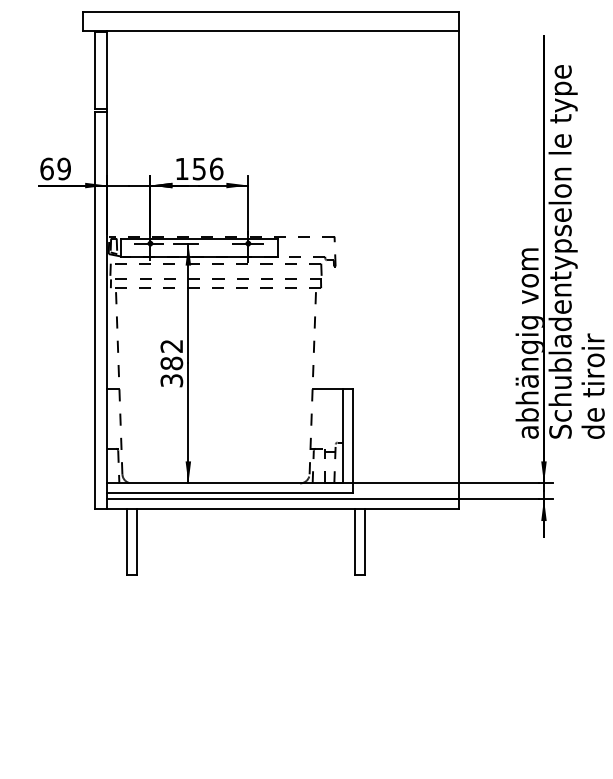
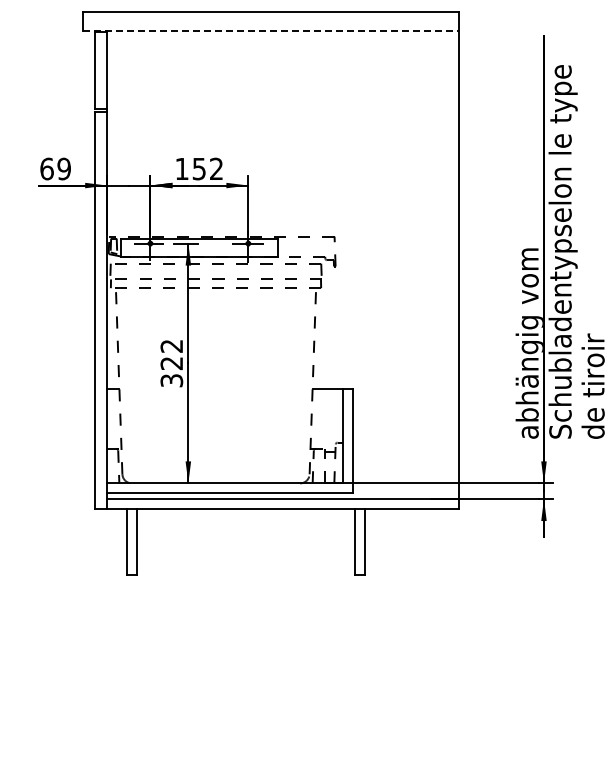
line at (271, 30): solid -> dashed
text at (216, 168): 156 -> 152
text at (171, 363): 382 -> 322
